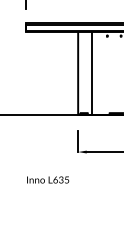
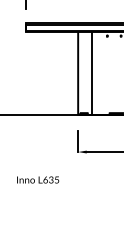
text at (48, 179) position: (48, 179) -> (38, 179)
